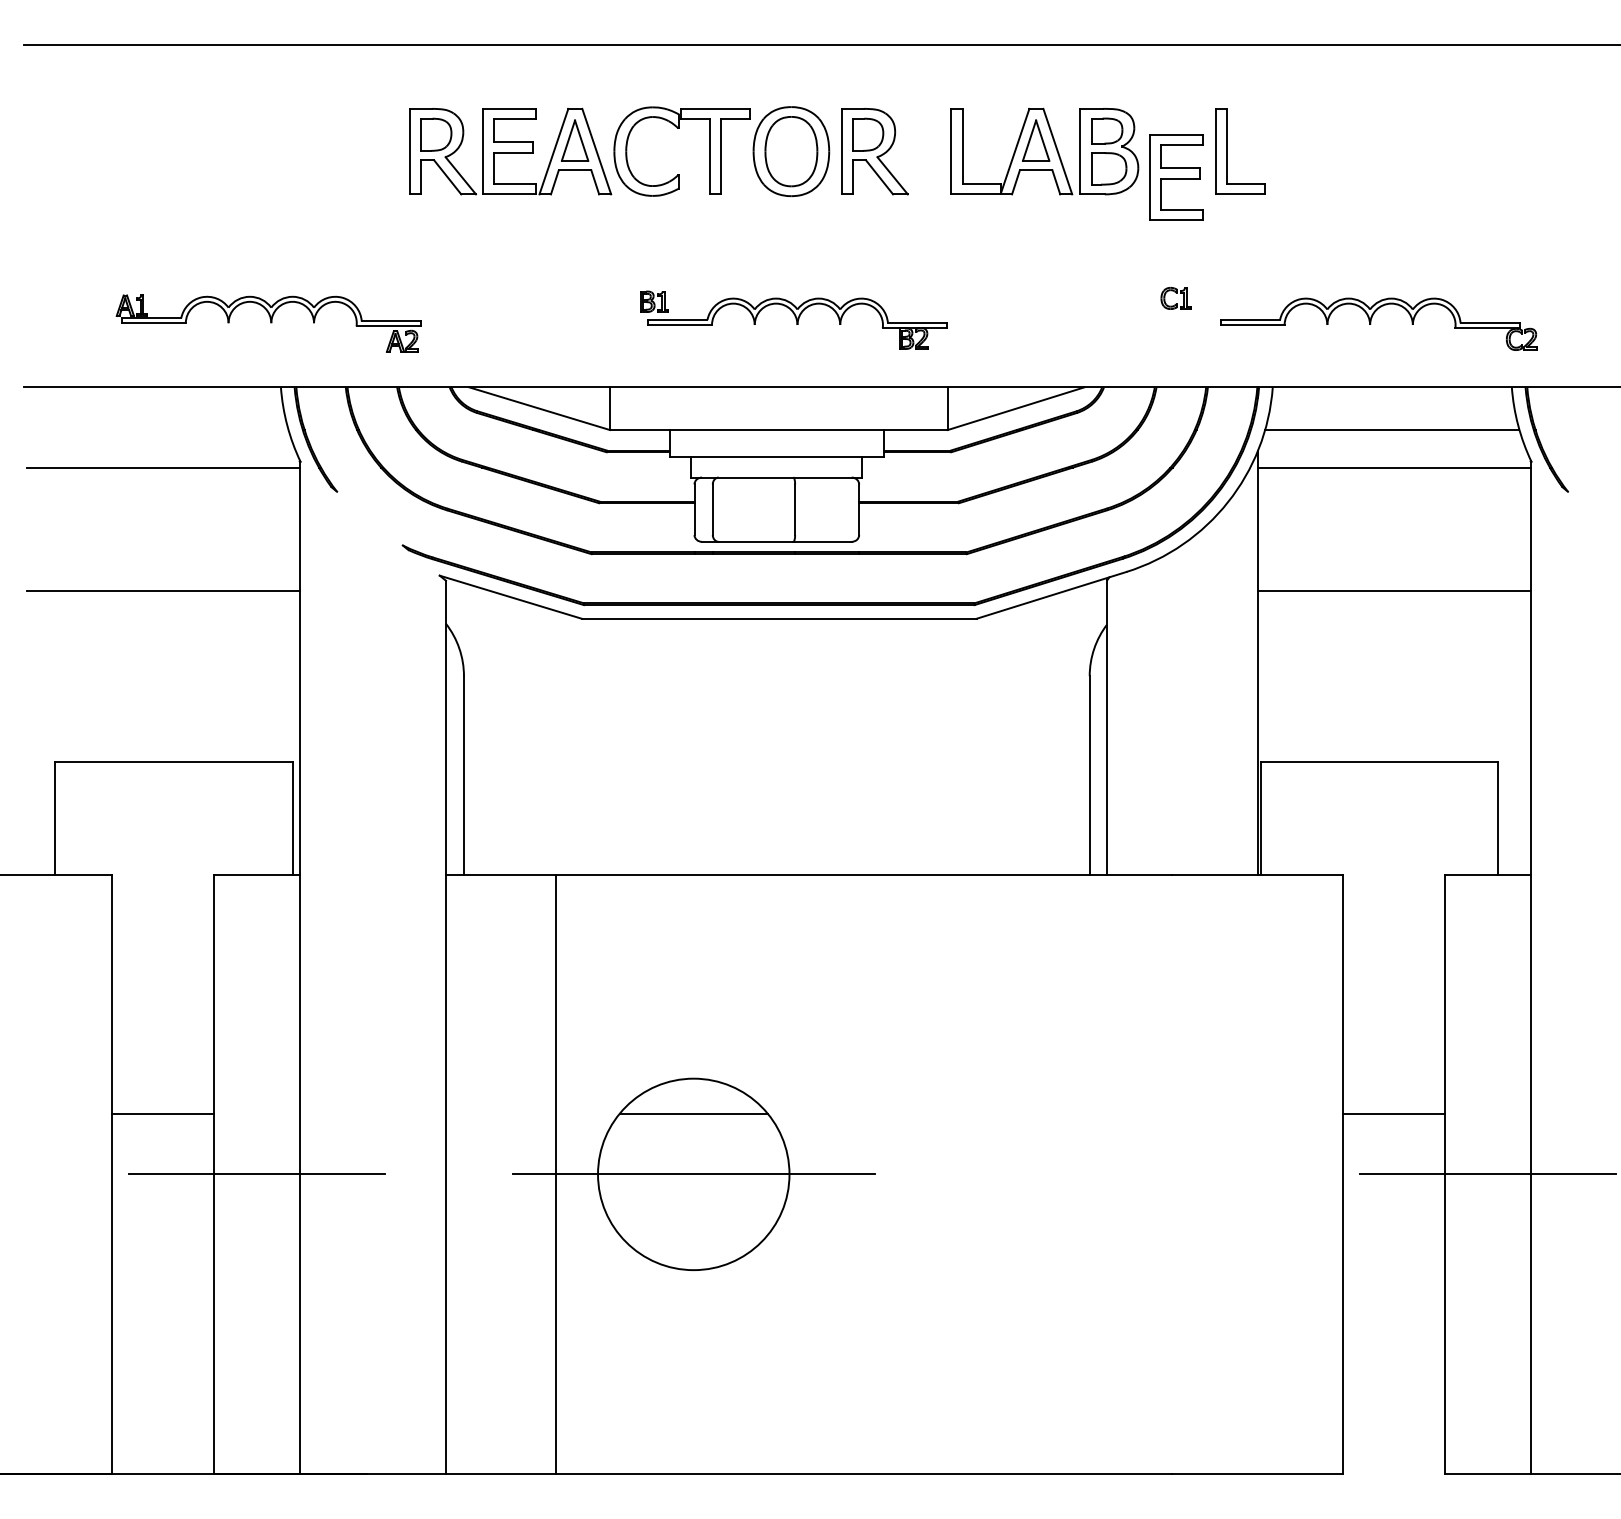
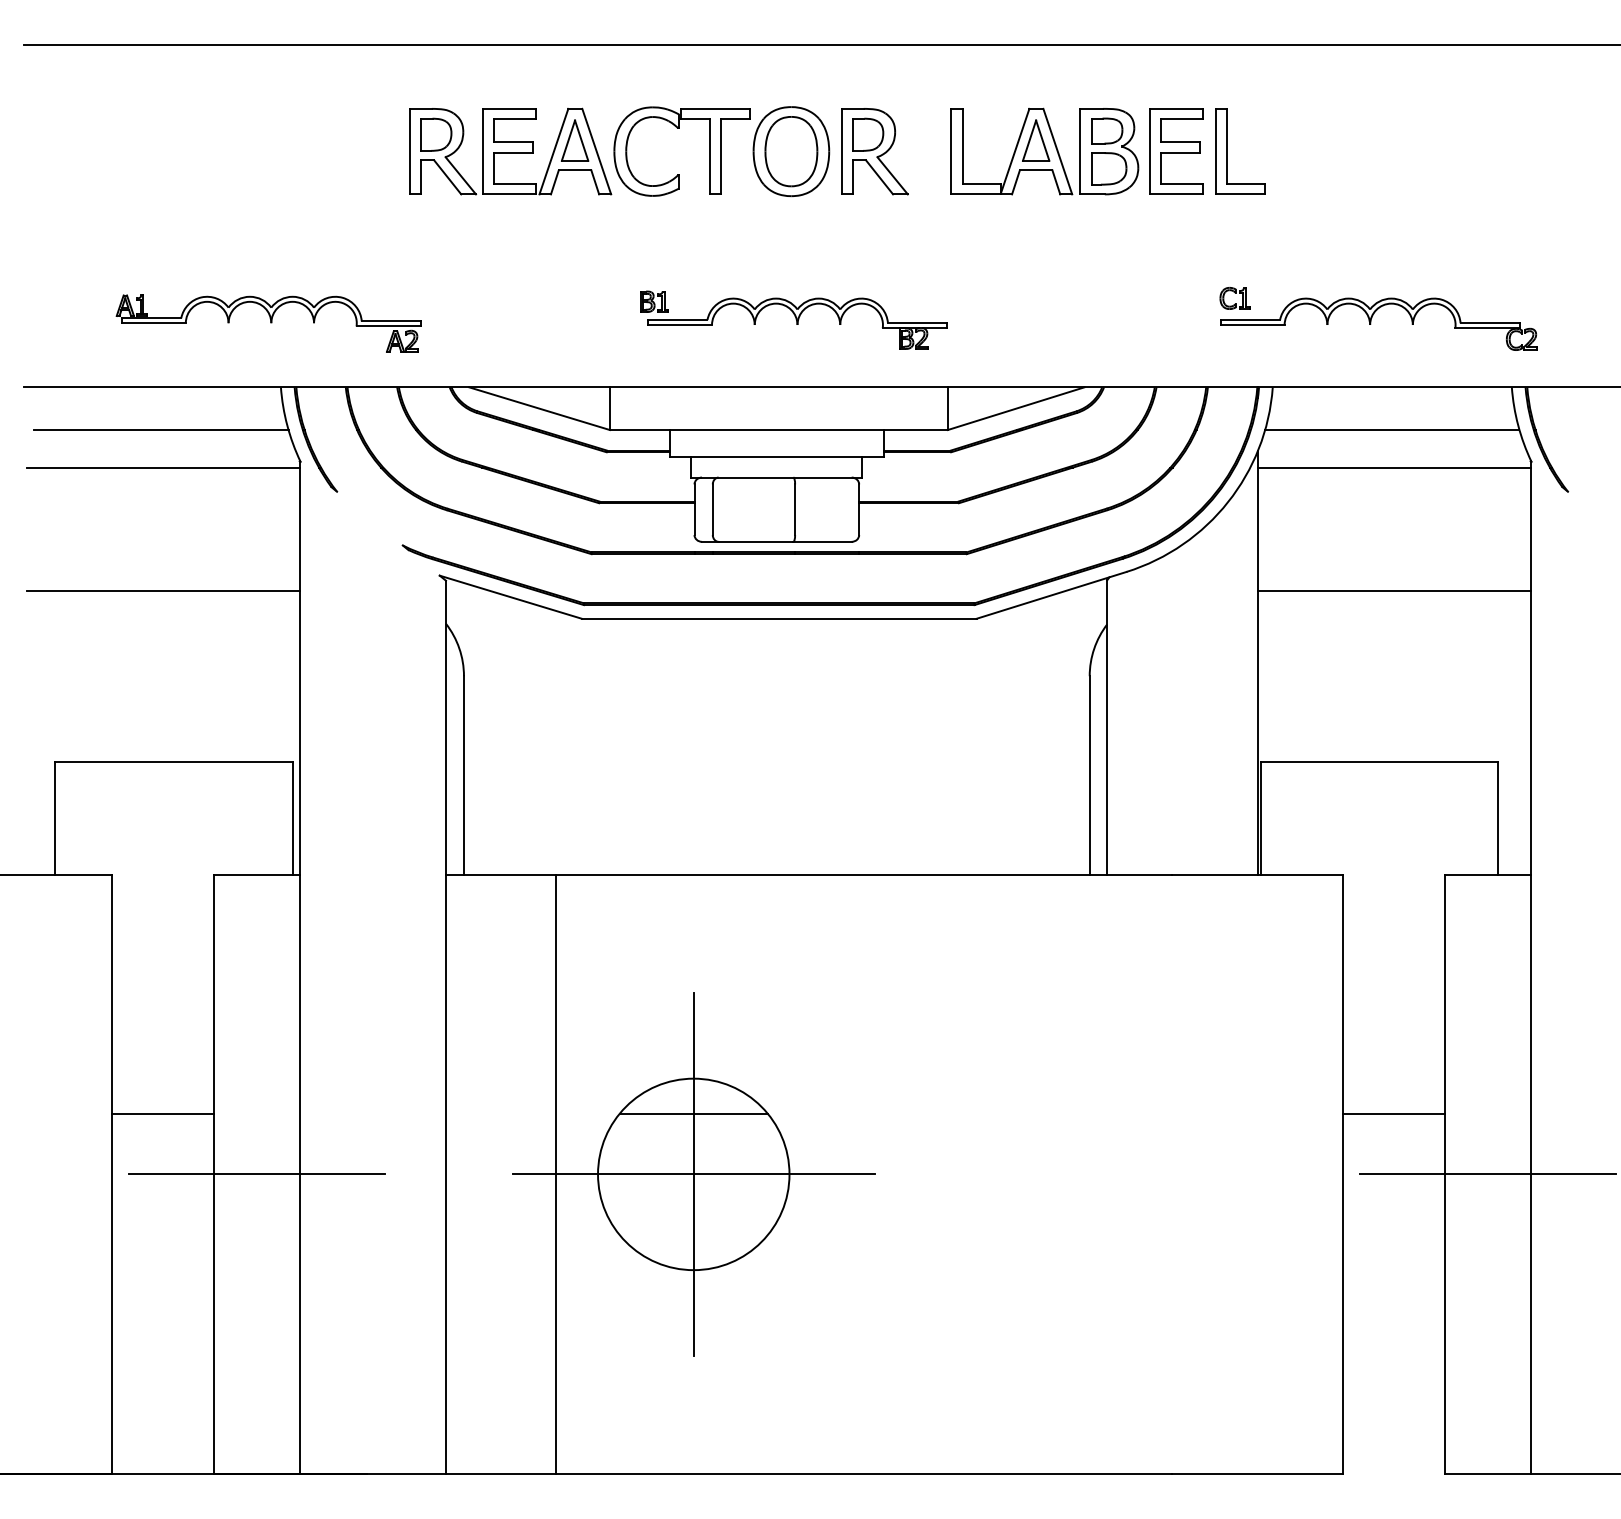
part at (1176, 177) position: (1176, 177) -> (1176, 151)
part at (1175, 298) position: (1175, 298) -> (1234, 298)
line at (161, 430): none -> present
line at (693, 1174): none -> present
